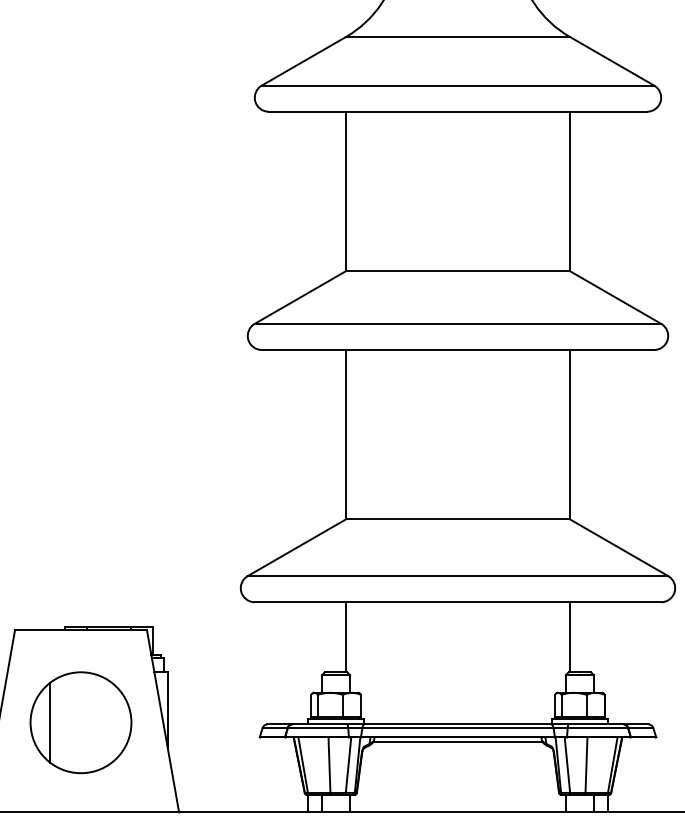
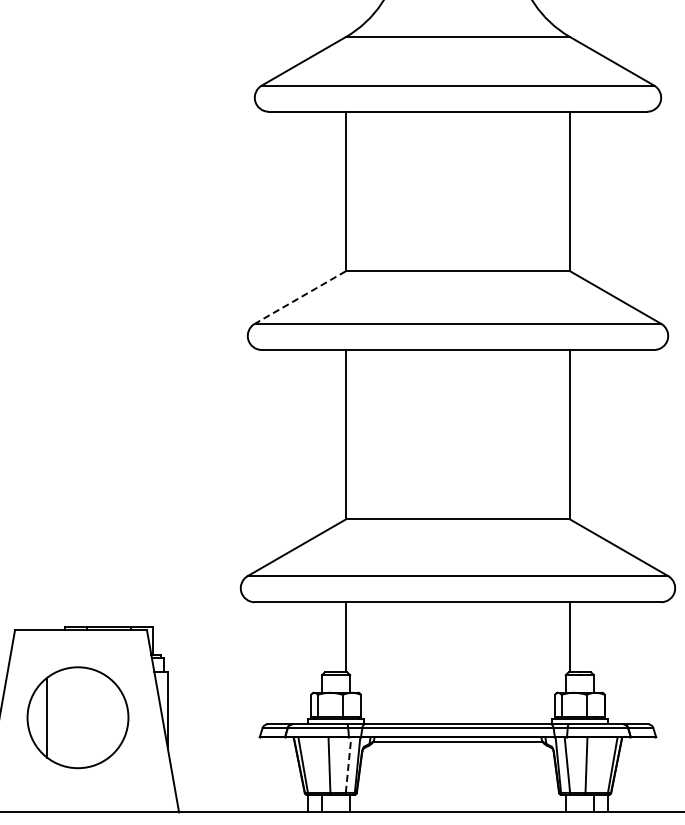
line at (300, 297): solid -> dashed
part at (80, 722) position: (80, 722) -> (77, 717)
line at (348, 765): solid -> dashed
